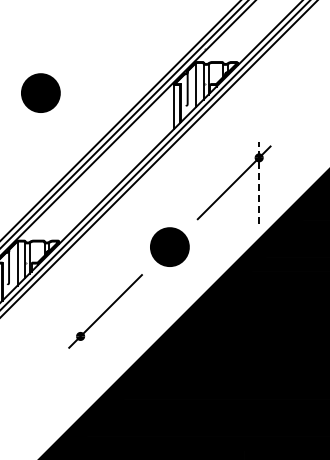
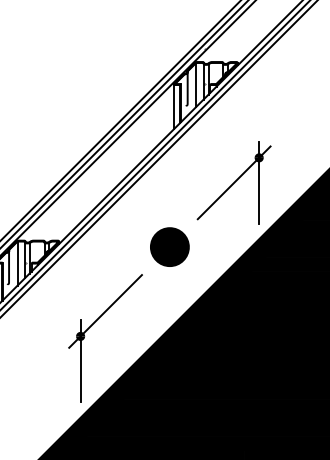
part at (40, 92): present -> none
line at (259, 182): dashed -> solid
line at (80, 361): none -> present
